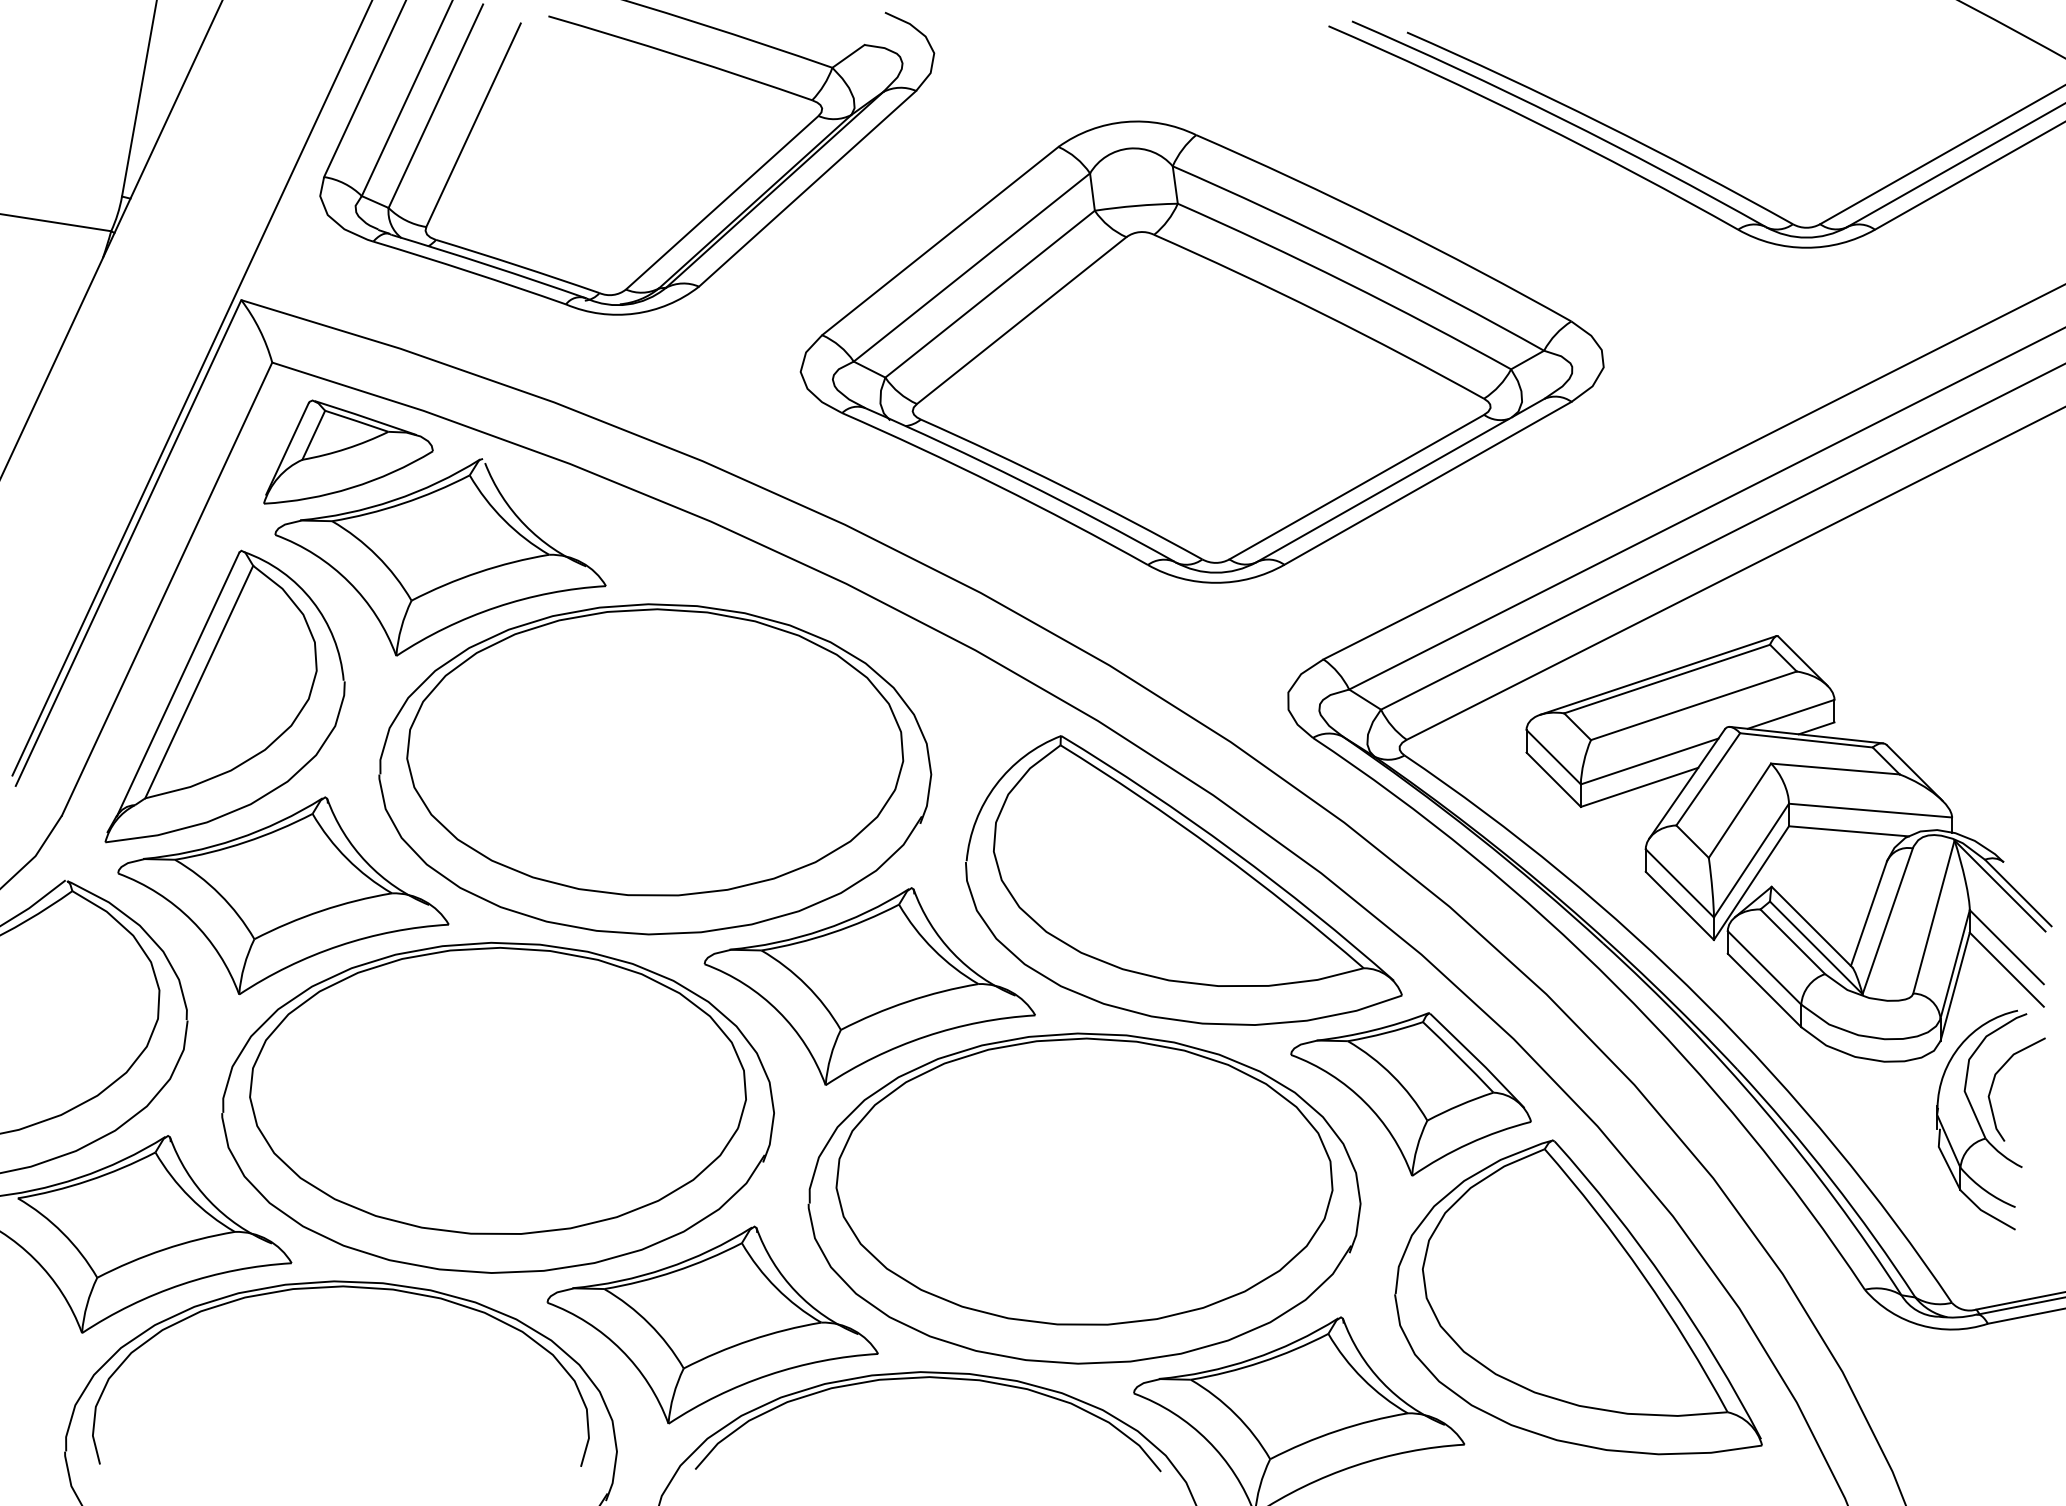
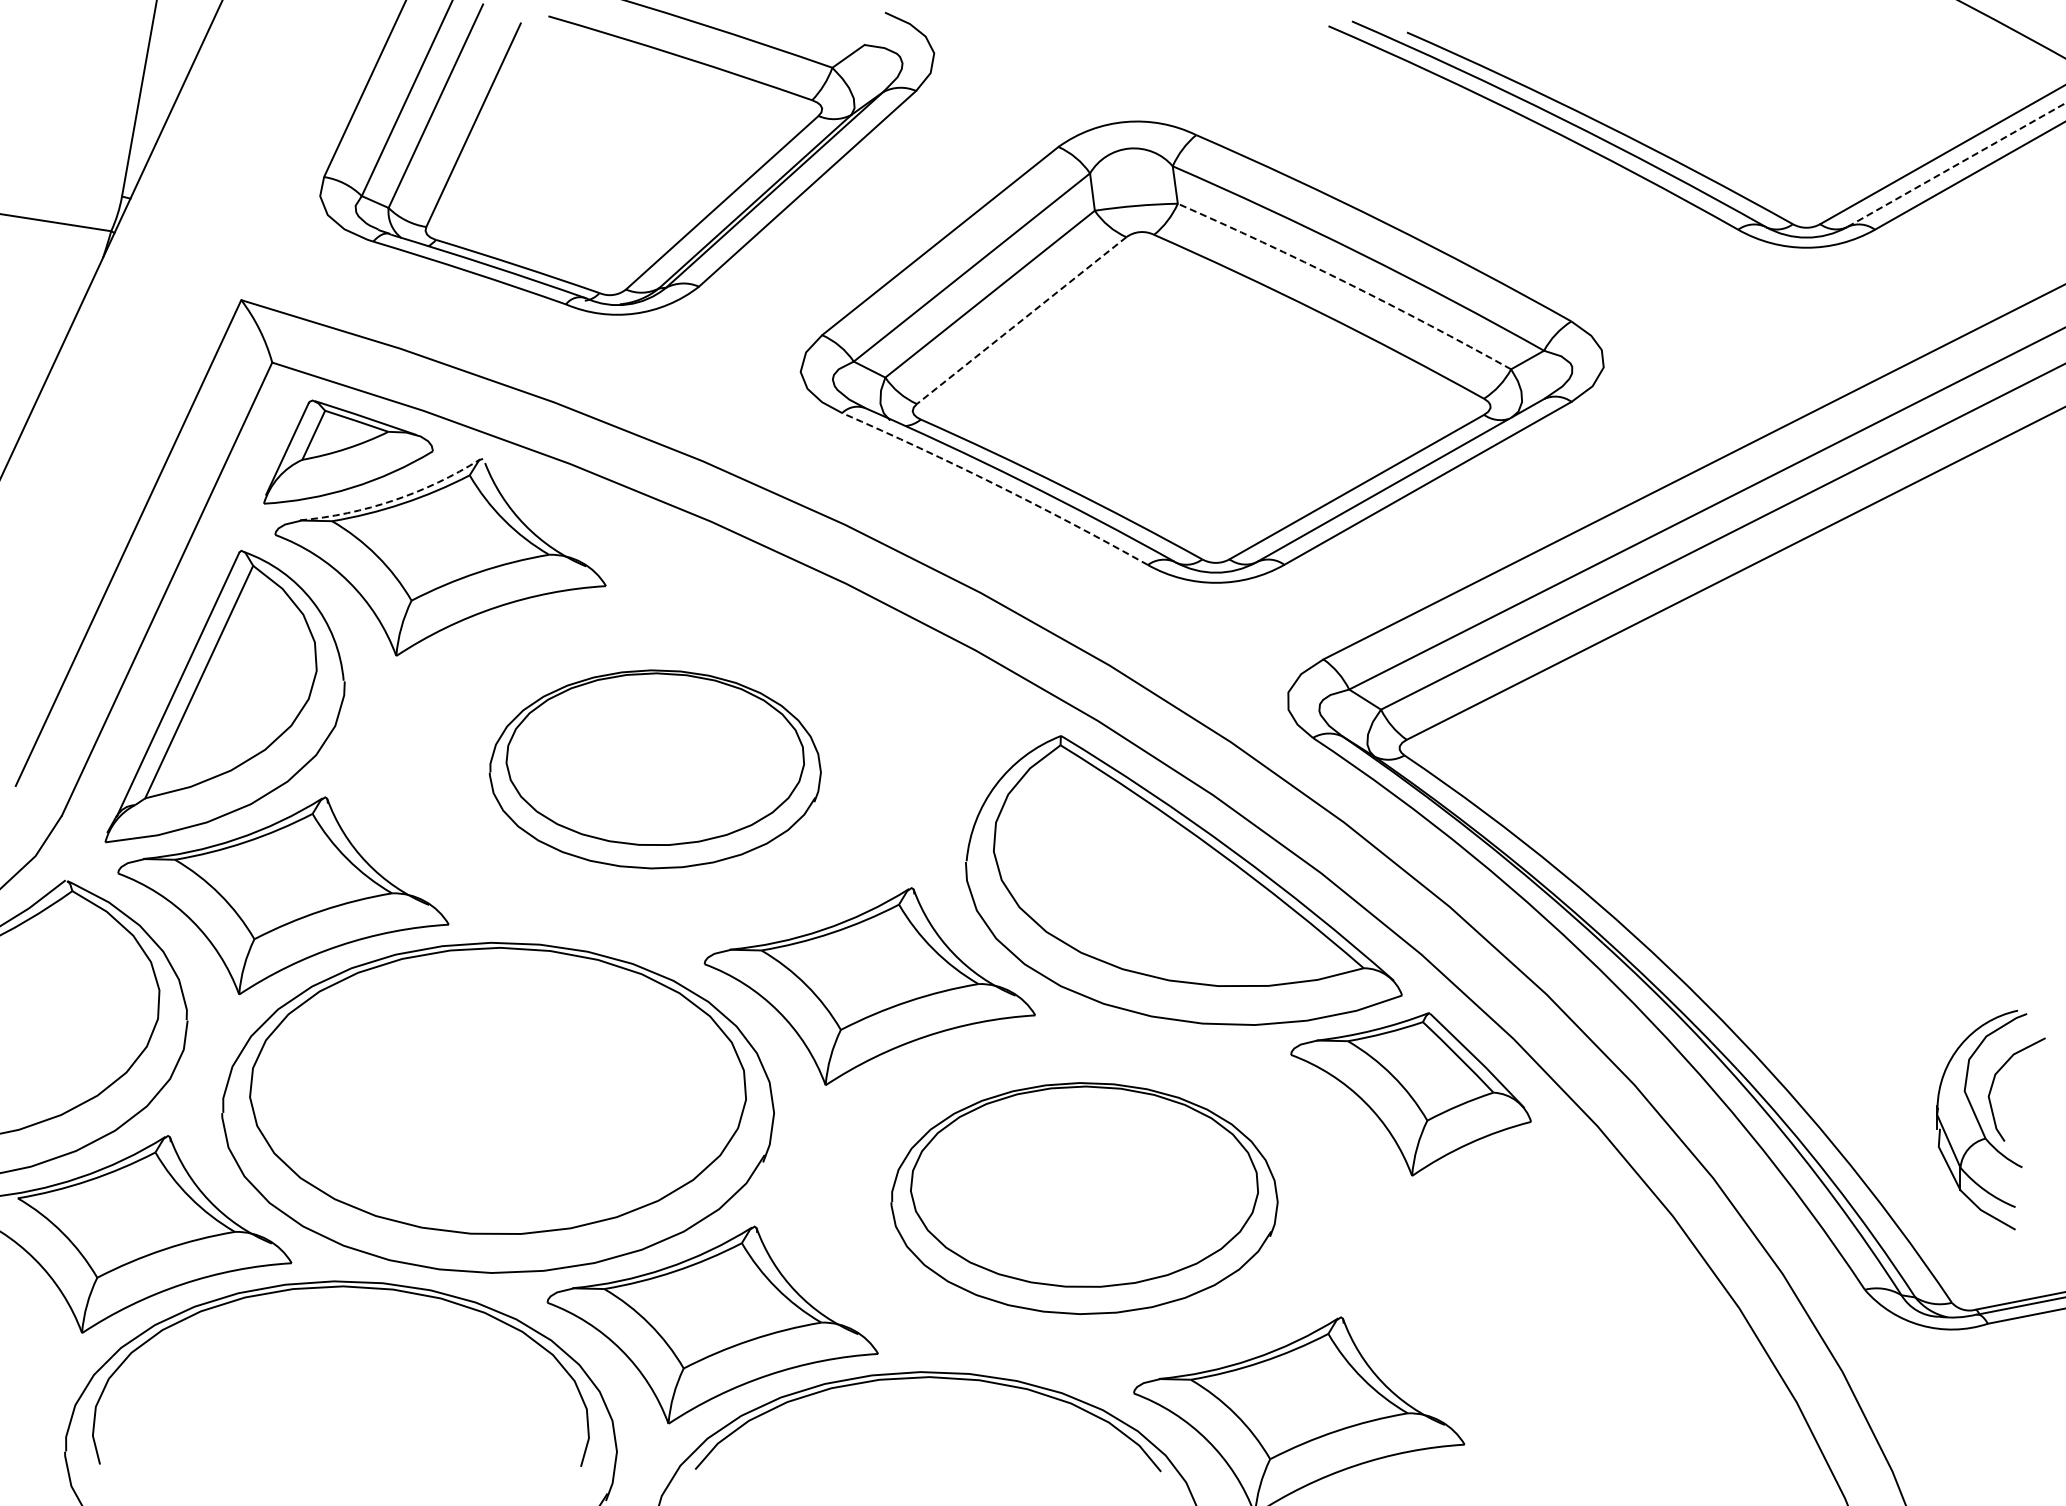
line at (1956, 164): solid -> dashed
arc at (1346, 282): solid -> dashed
line at (1021, 320): solid -> dashed
line at (191, 388): present -> none
arc at (996, 485): solid -> dashed
arc at (393, 500): solid -> dashed
part at (655, 769) size: 555x333 px -> 334x201 px
part at (1780, 841): present -> none
part at (1084, 1198) size: 555x333 px -> 389x233 px
part at (1578, 1297): present -> none
